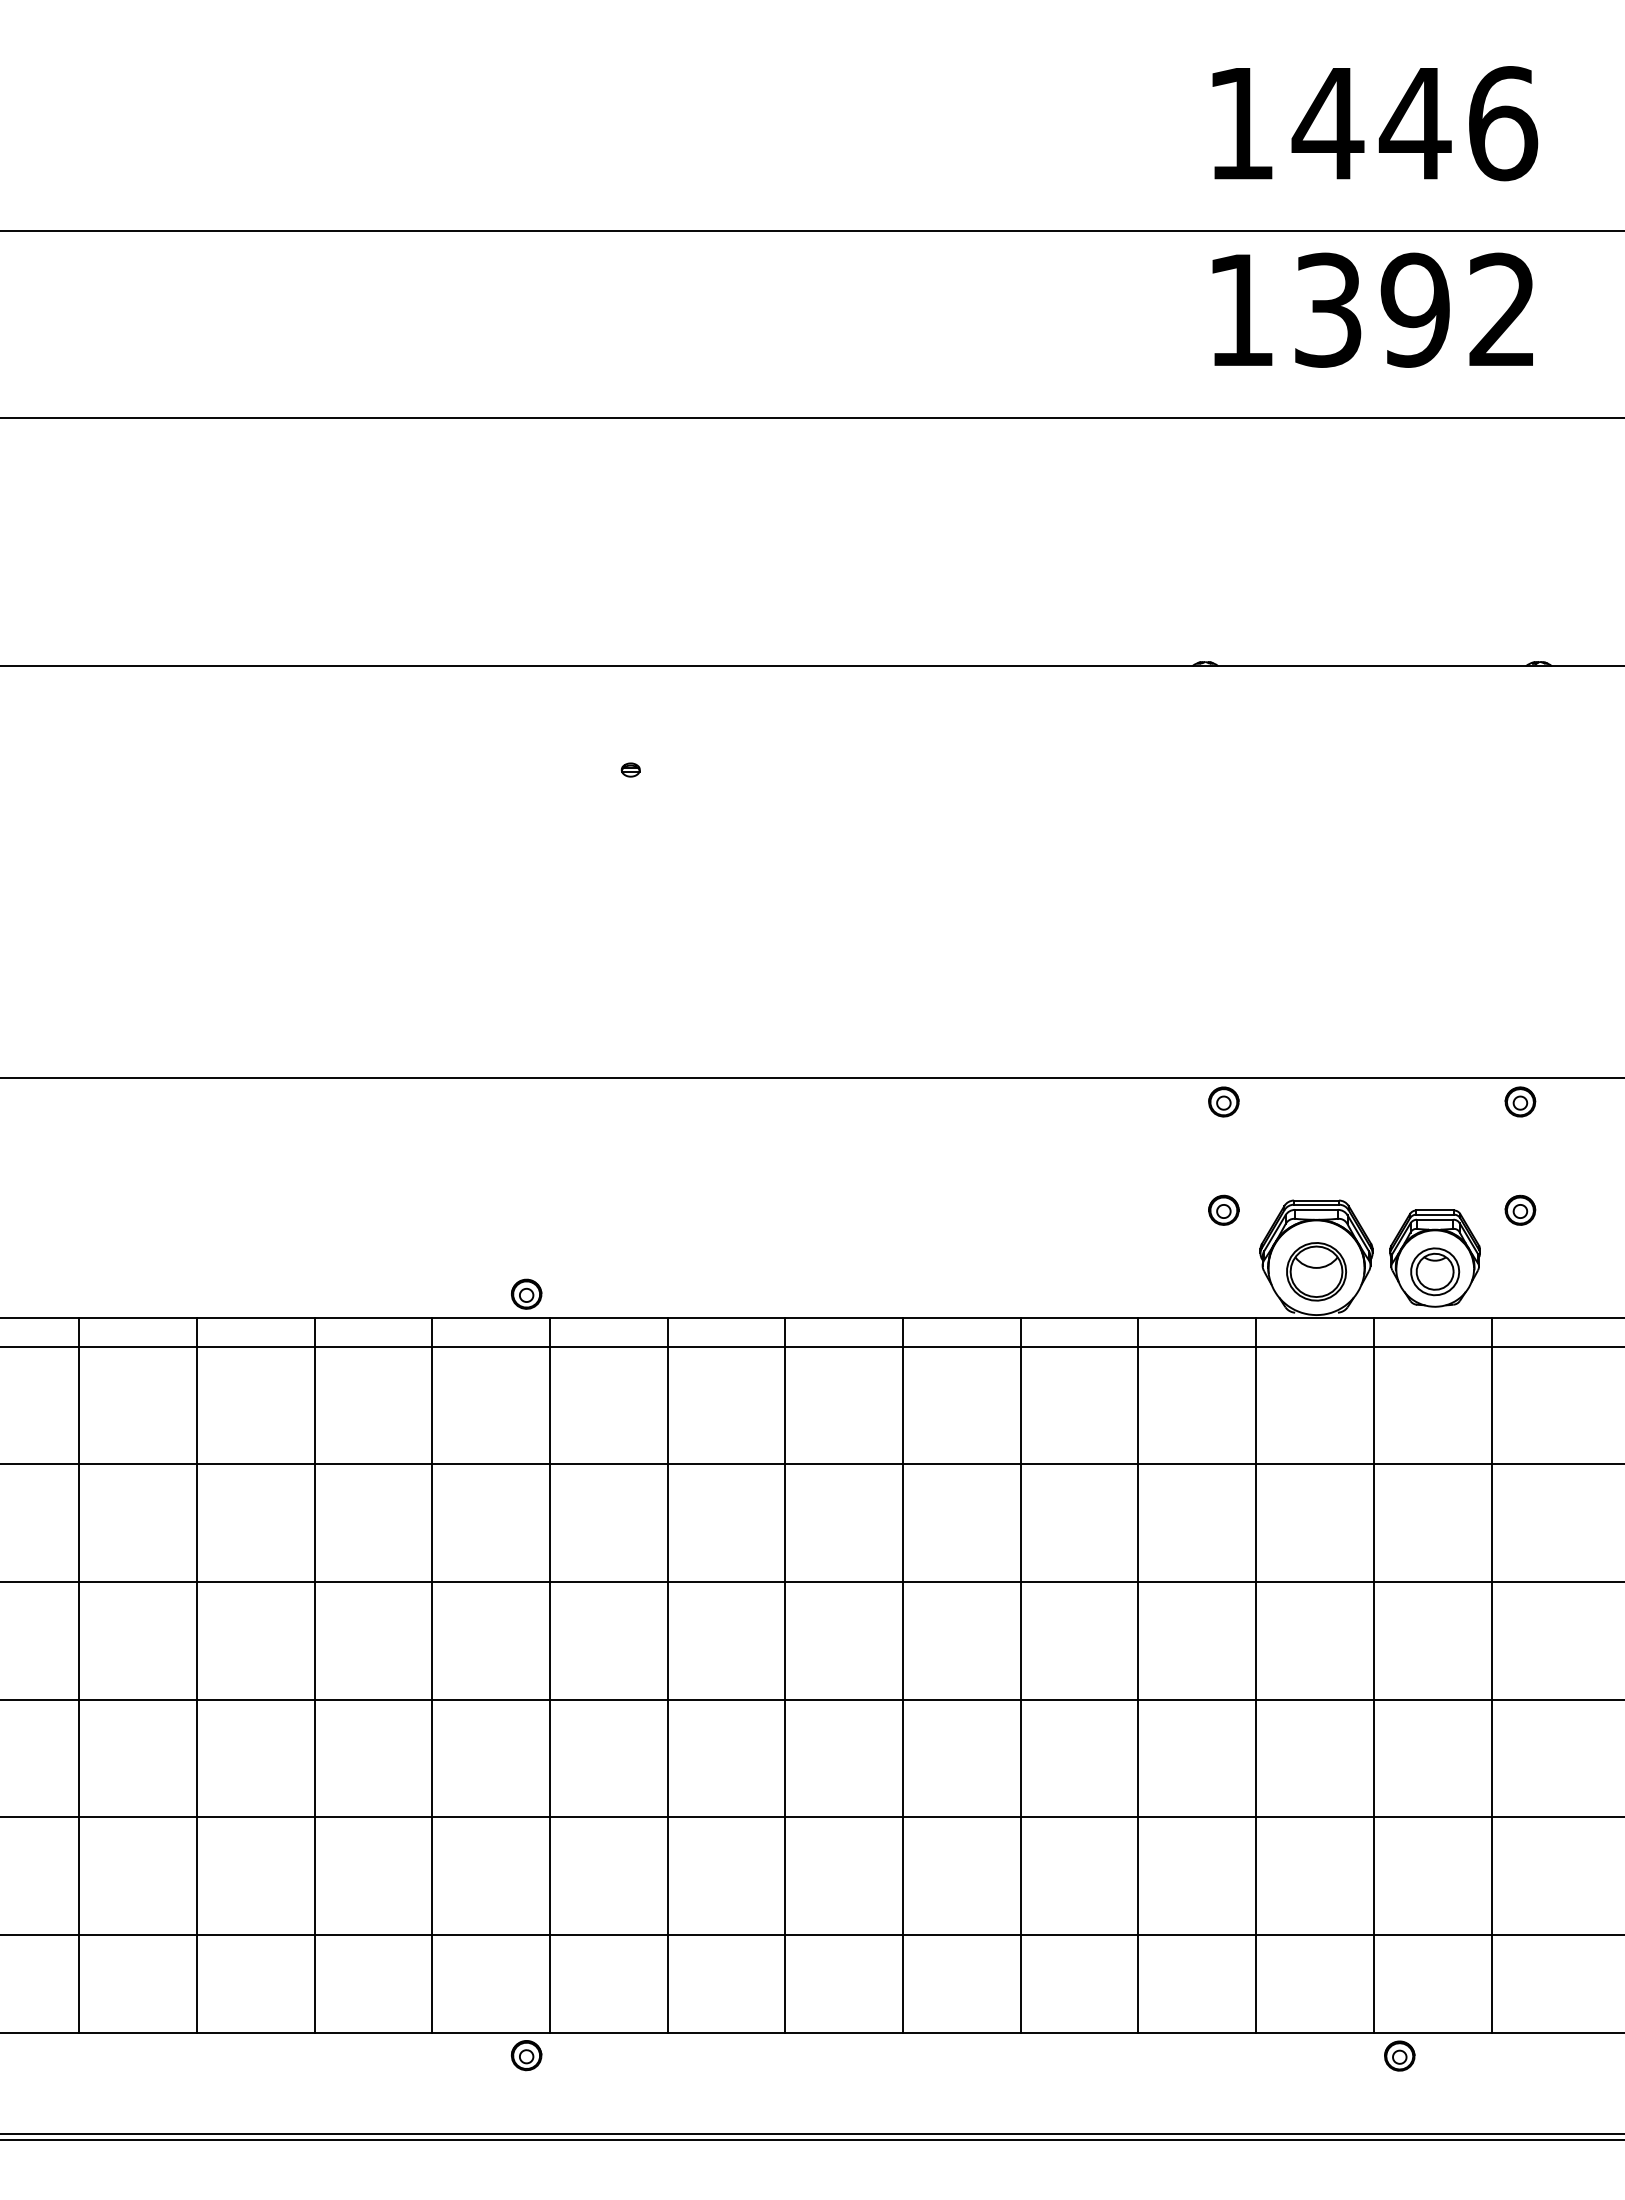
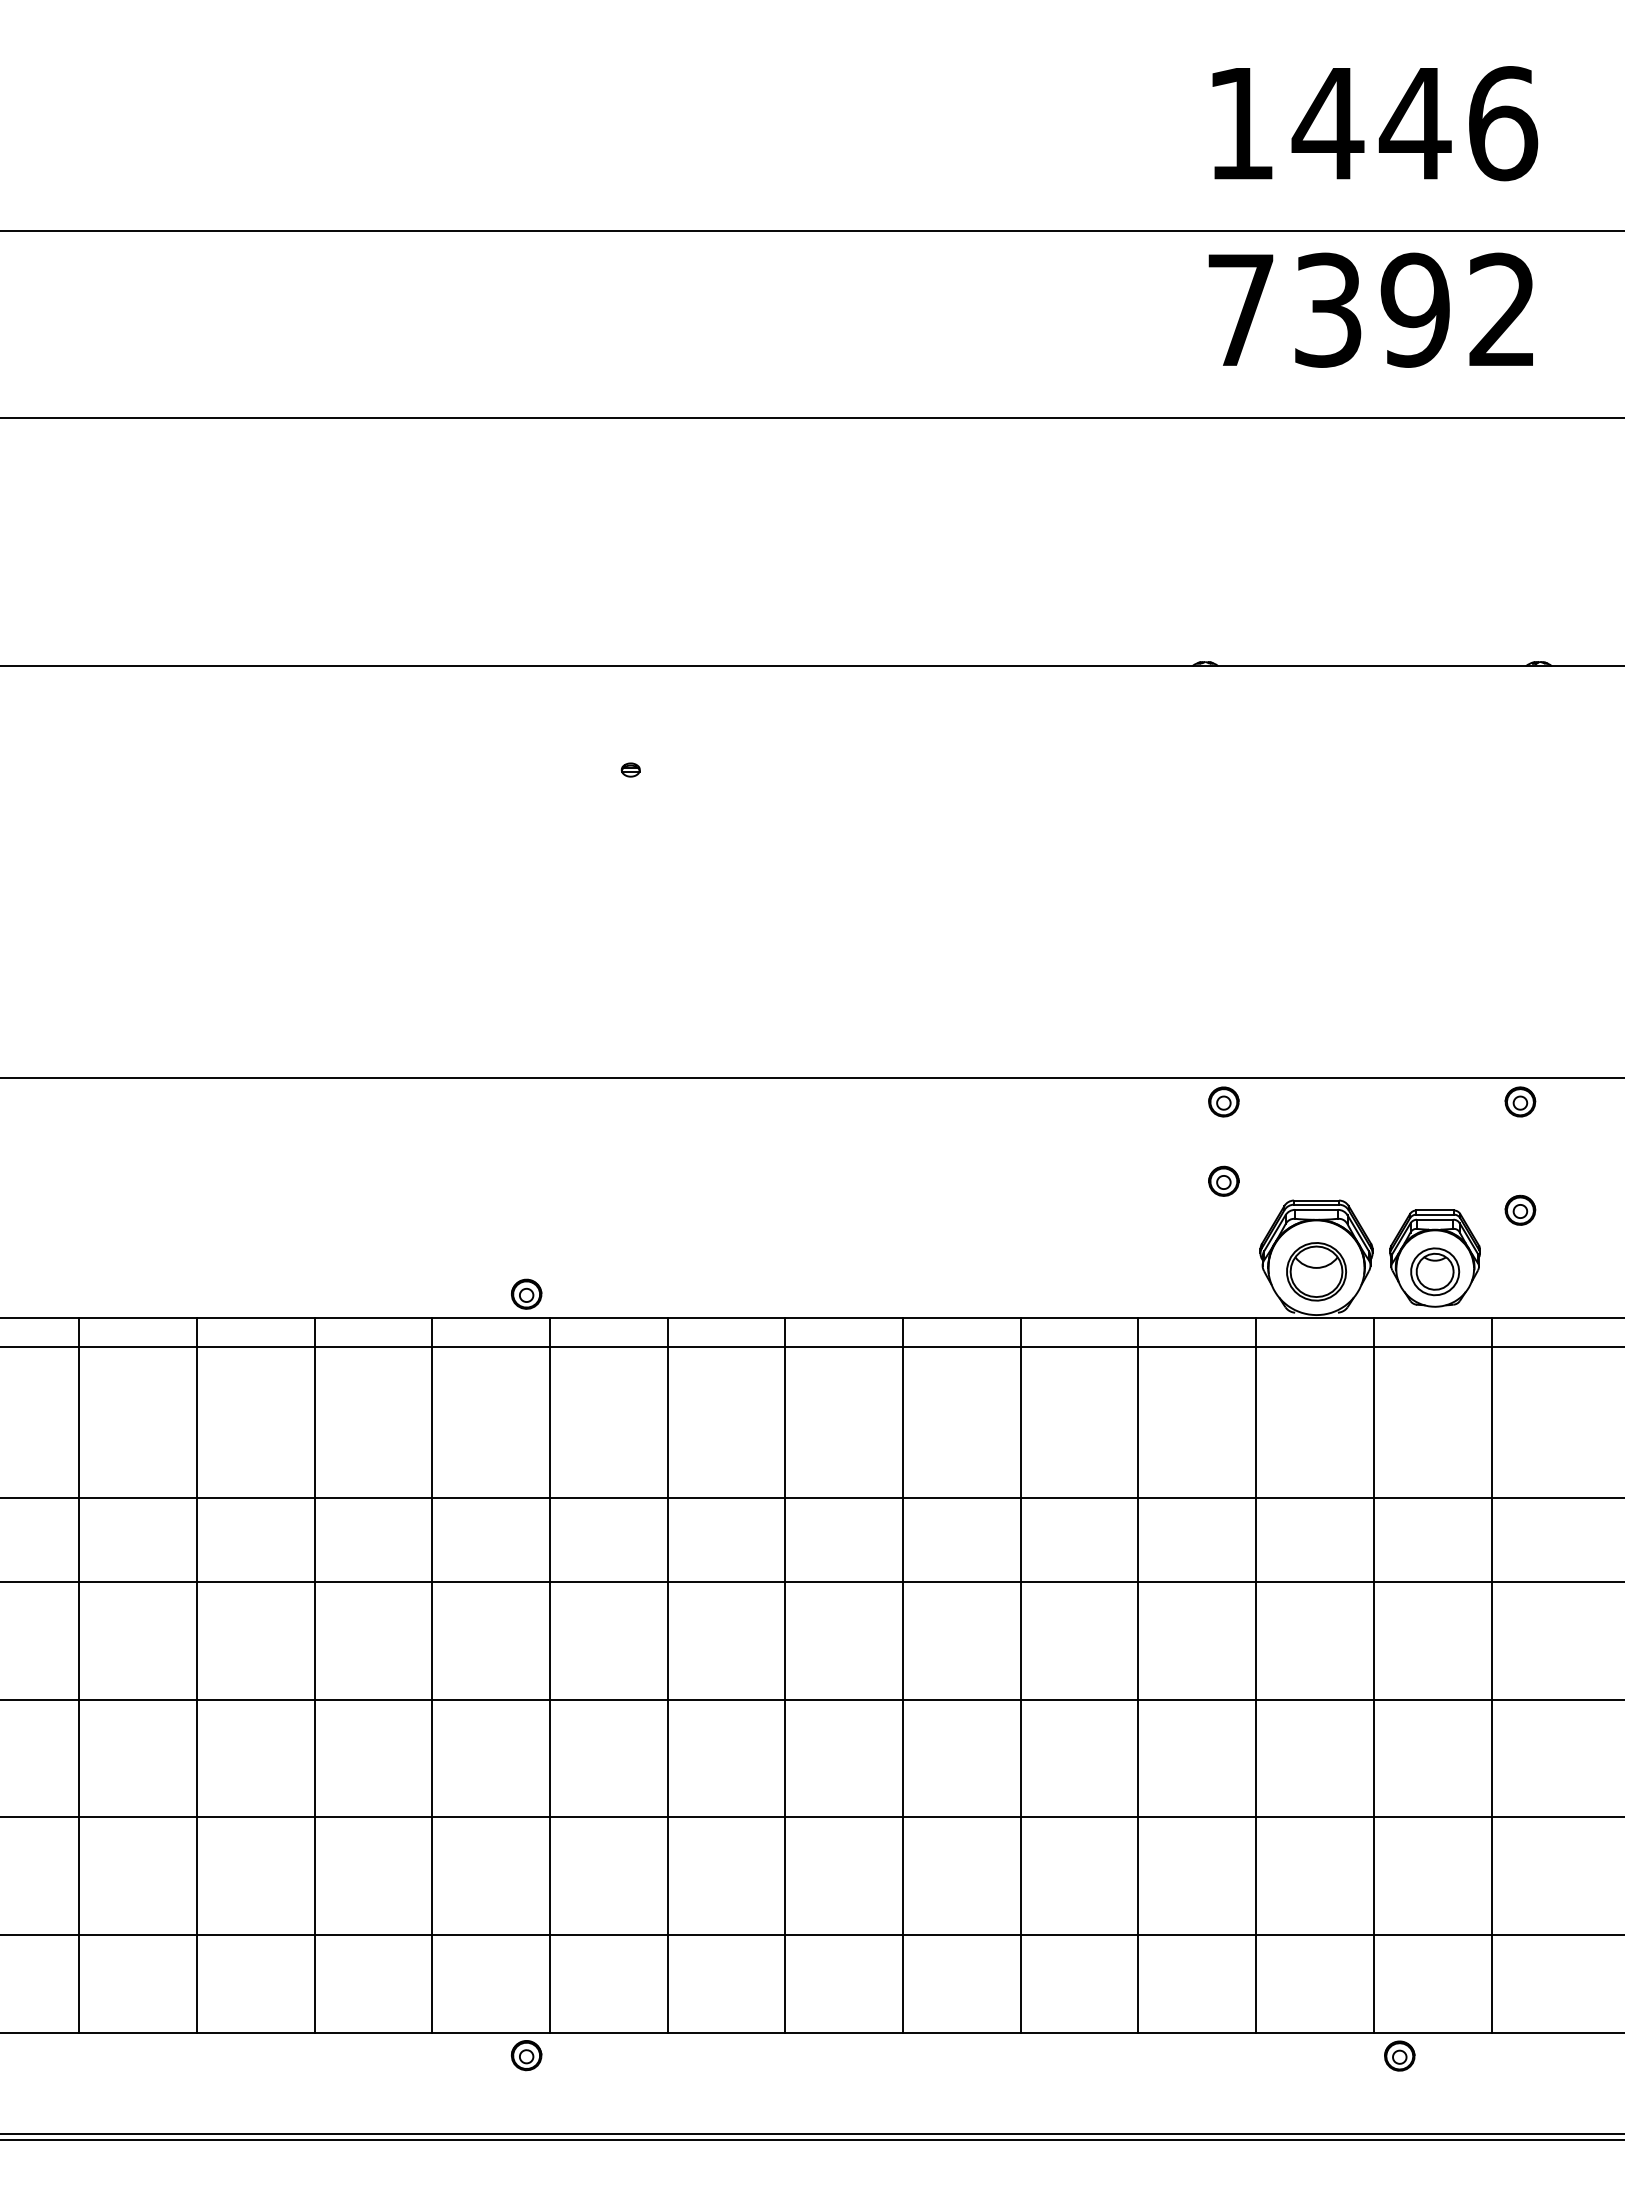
text at (1240, 309): 1392 -> 7392
part at (1223, 1209) position: (1223, 1209) -> (1223, 1180)
line at (811, 1464) position: (811, 1464) -> (811, 1498)
